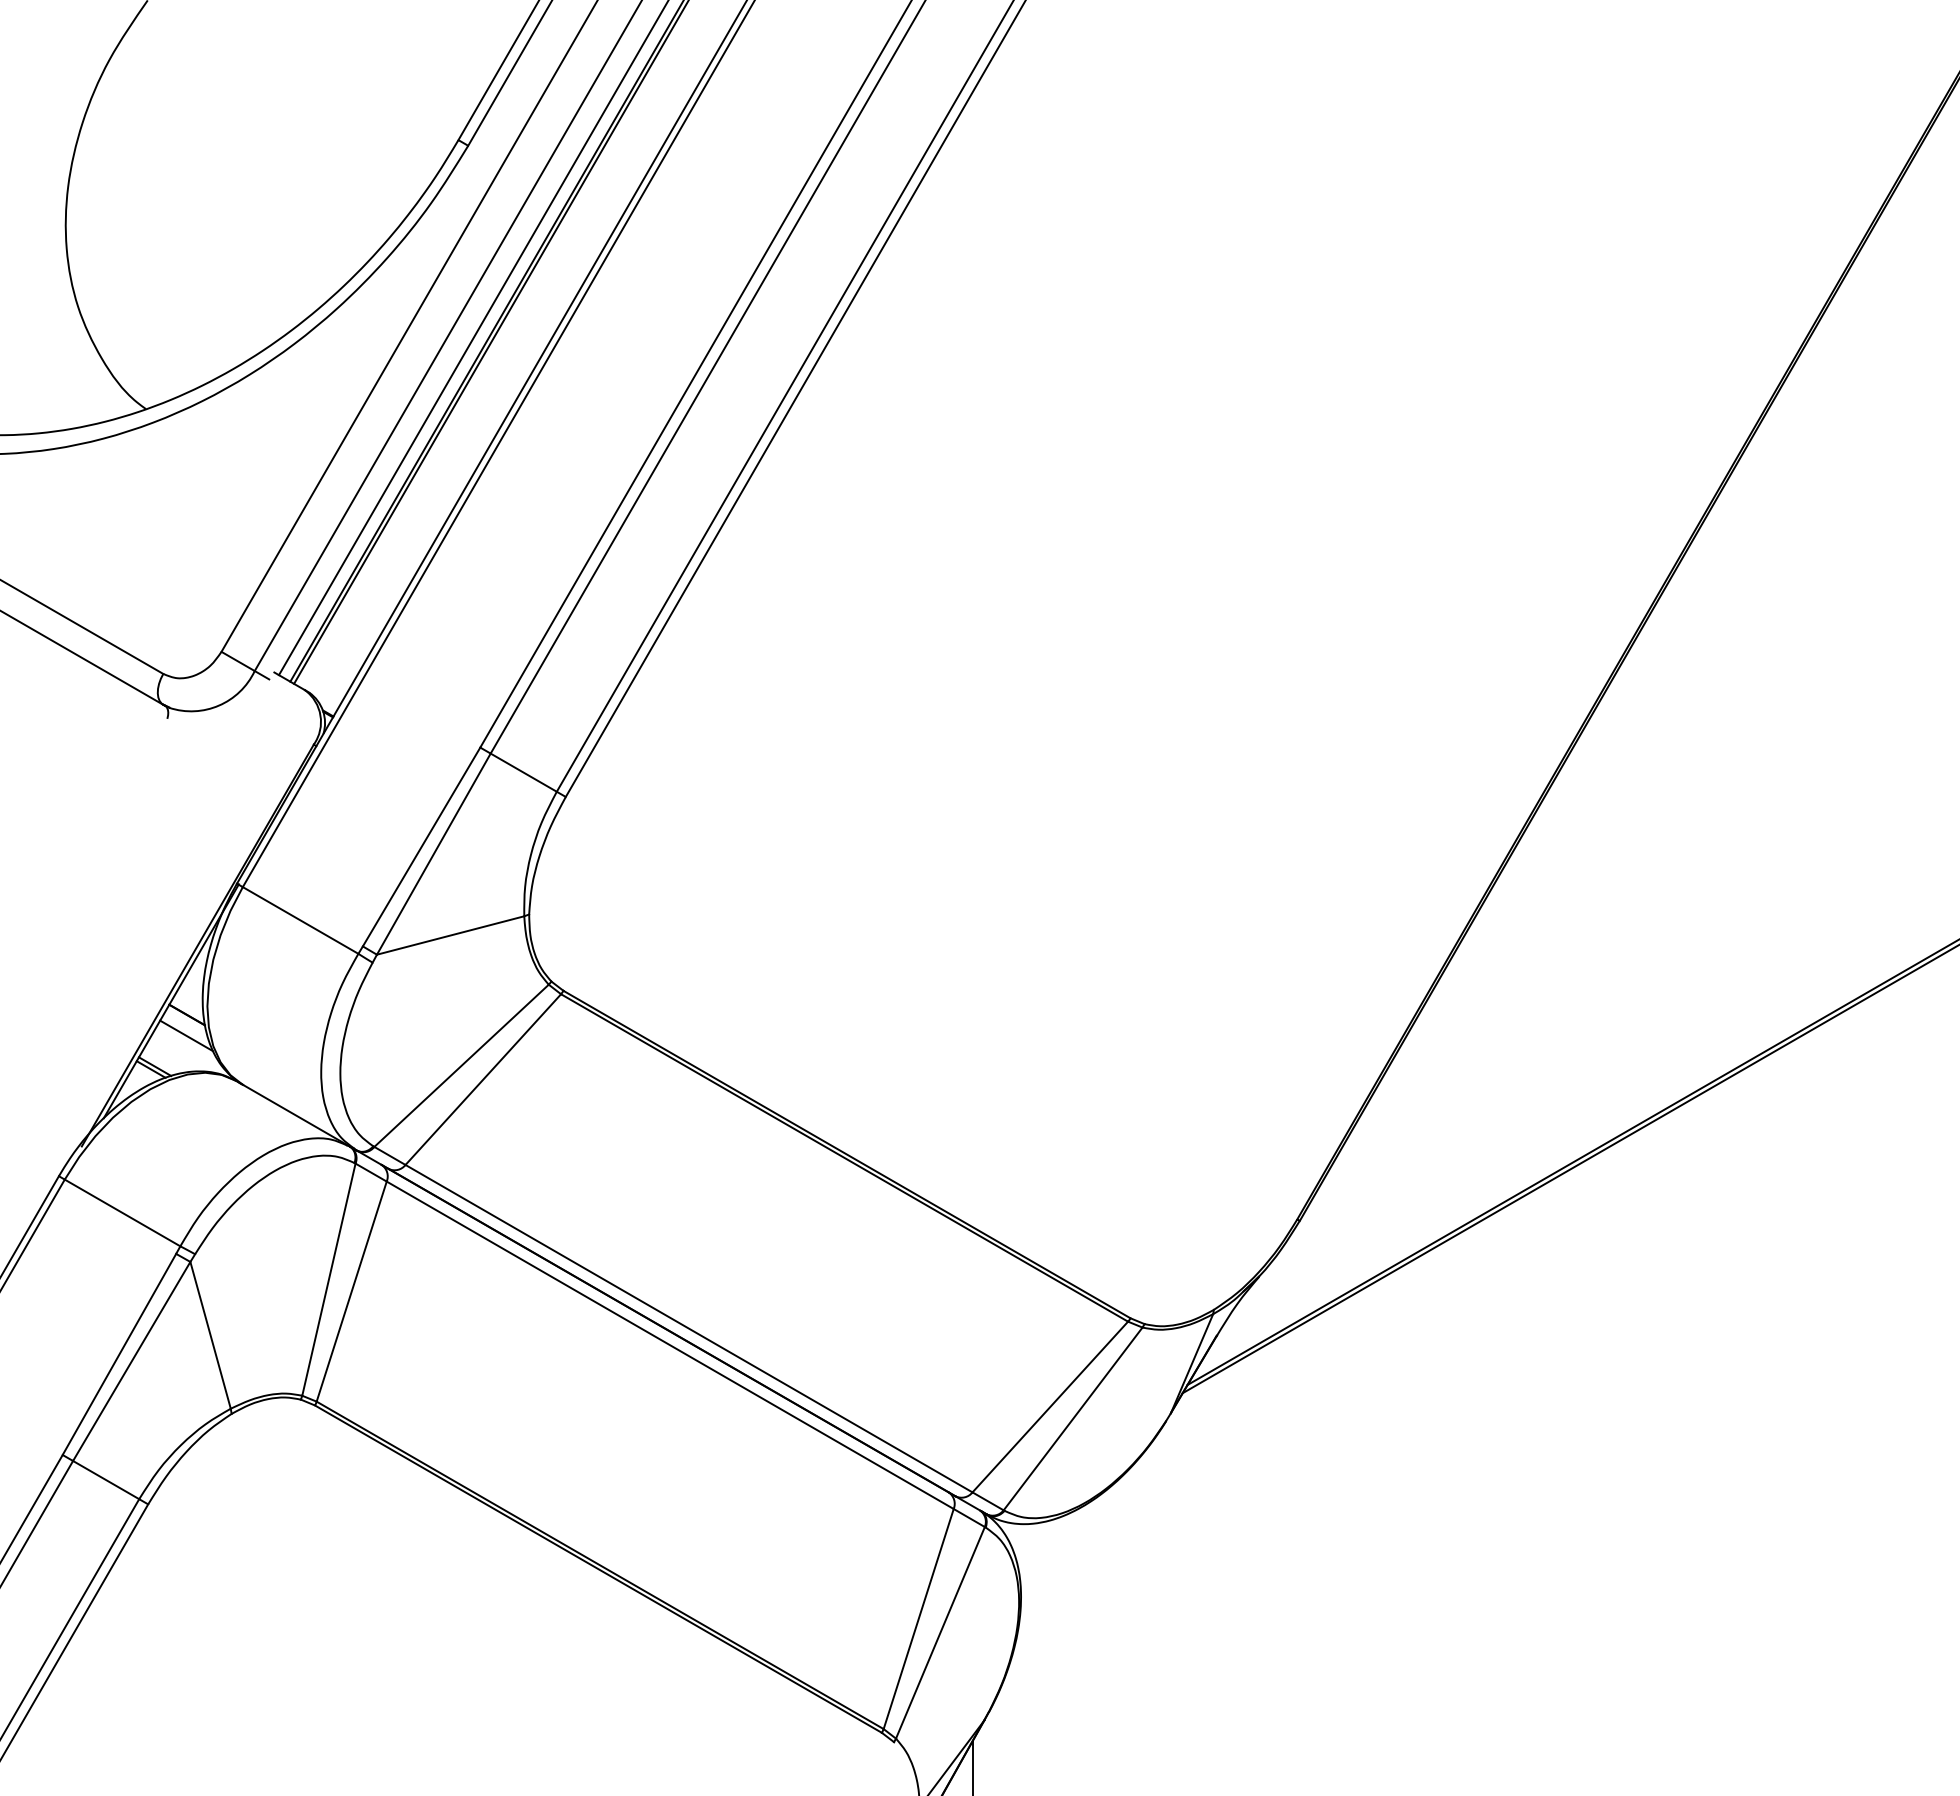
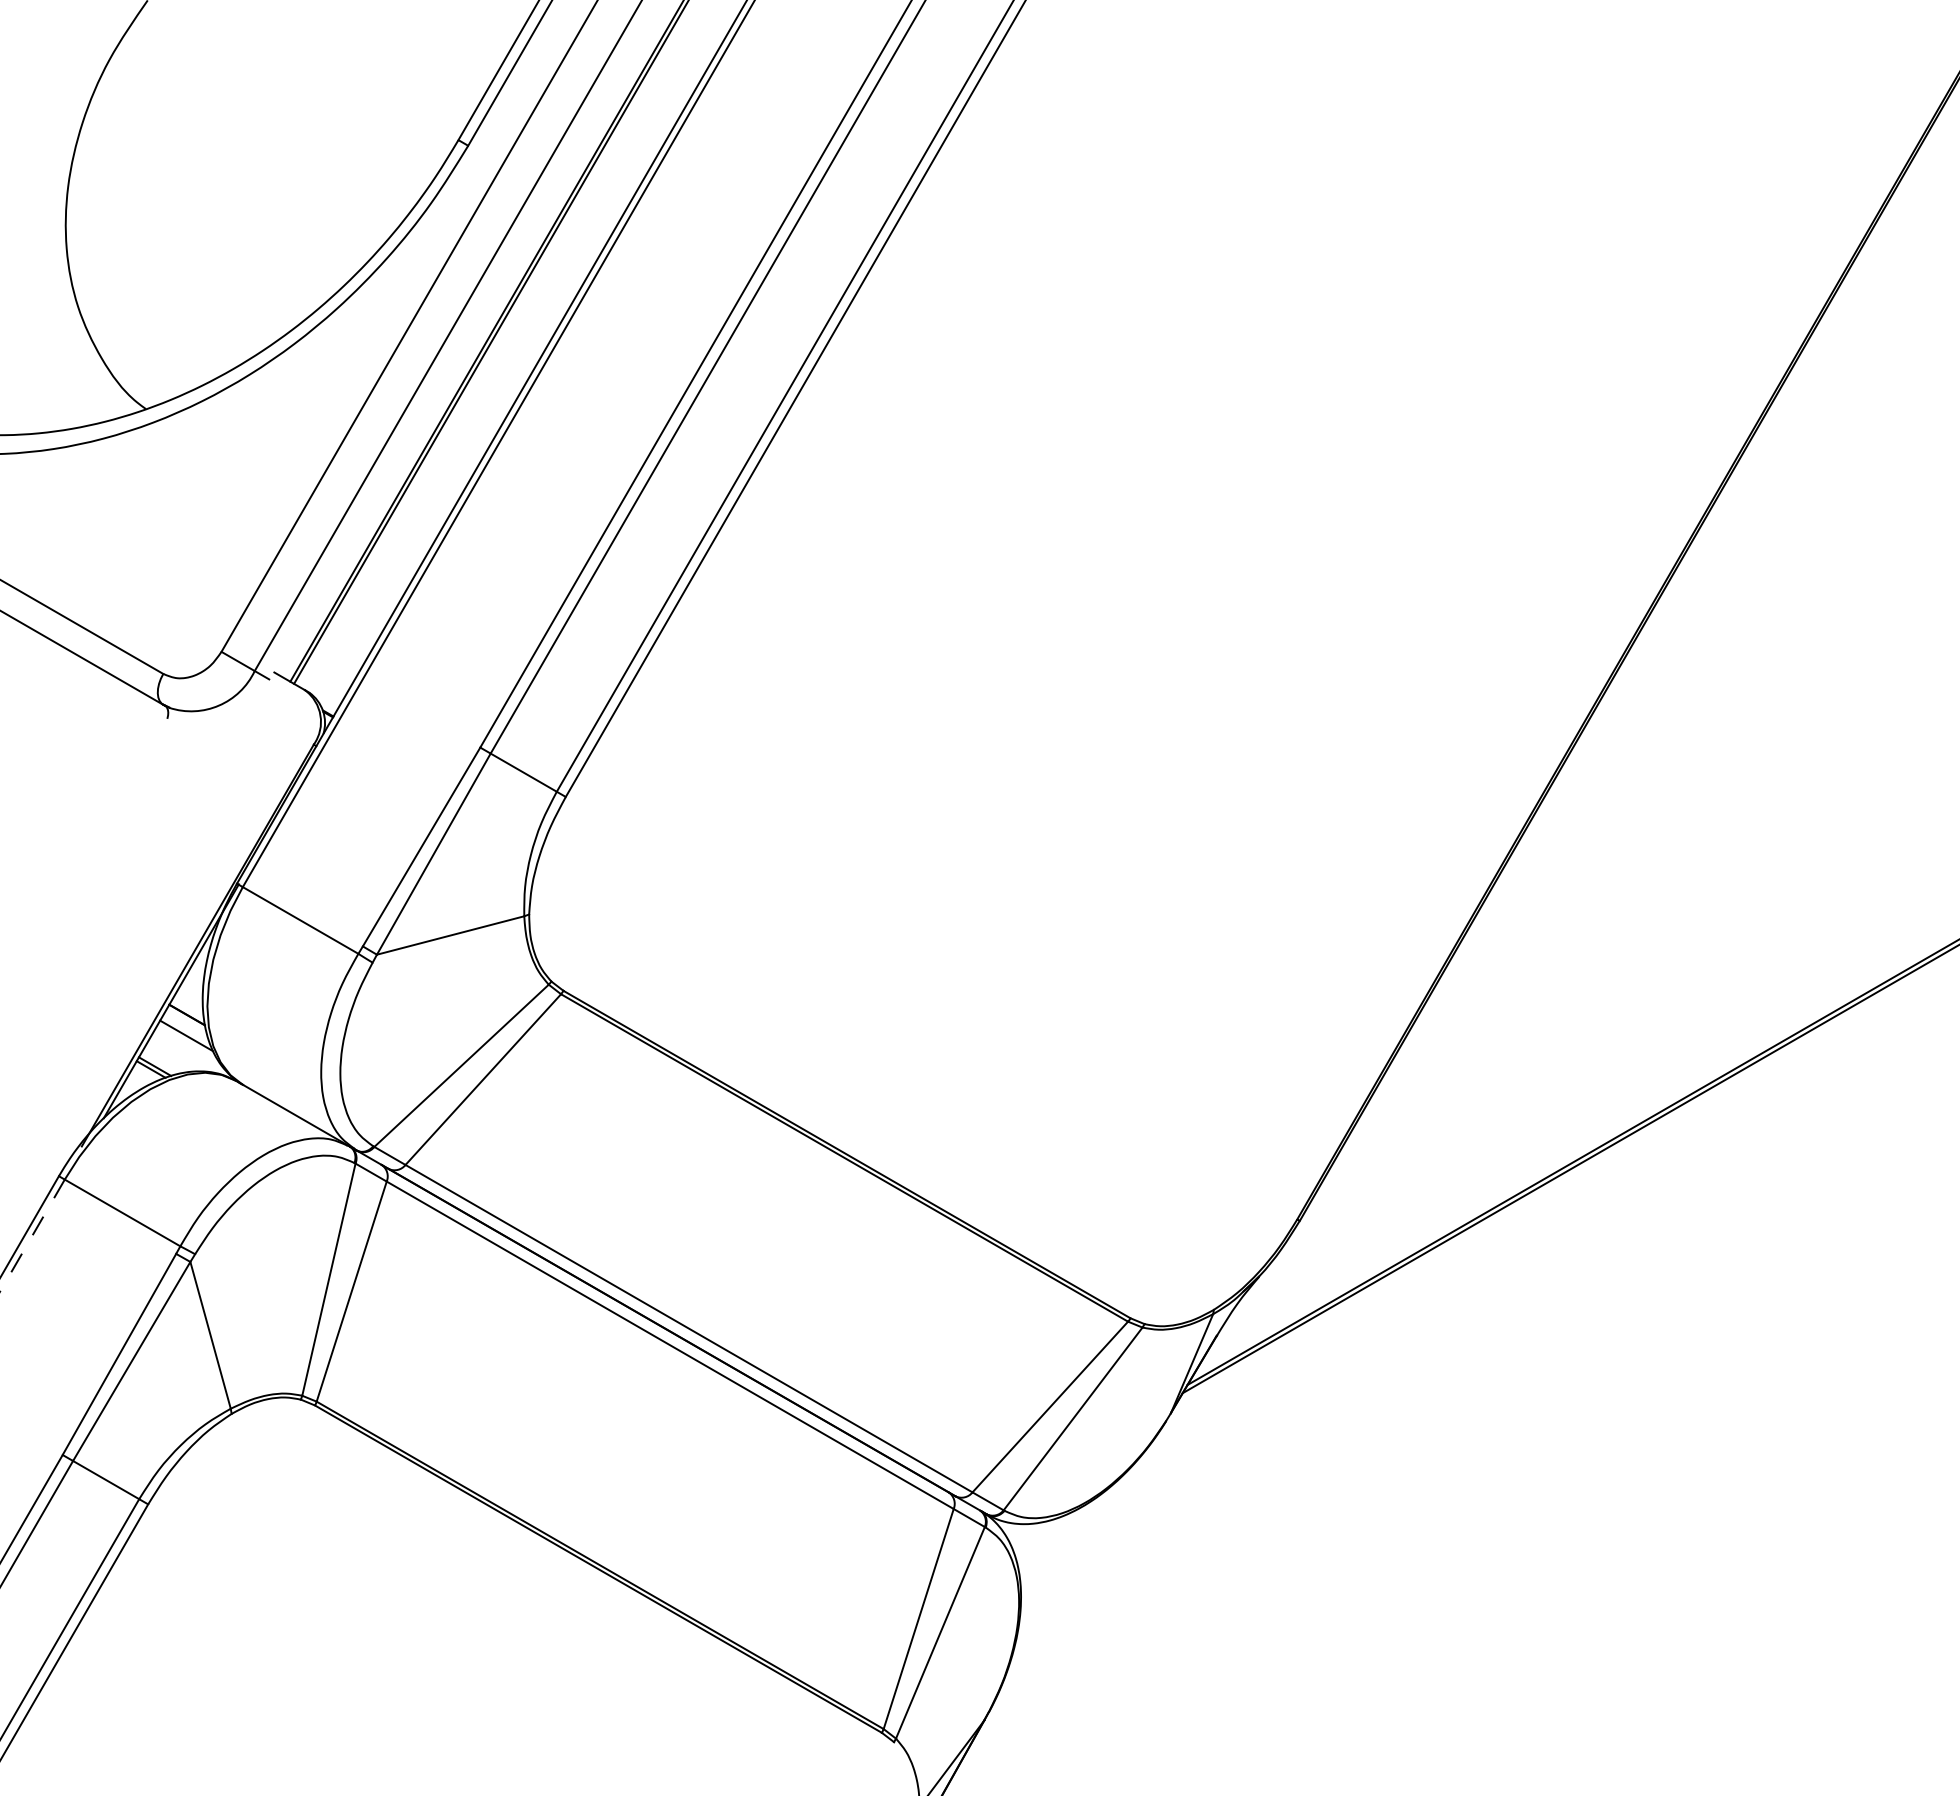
line at (472, 338): present -> none
line at (32, 1235): solid -> dashed
line at (972, 1766): present -> none
